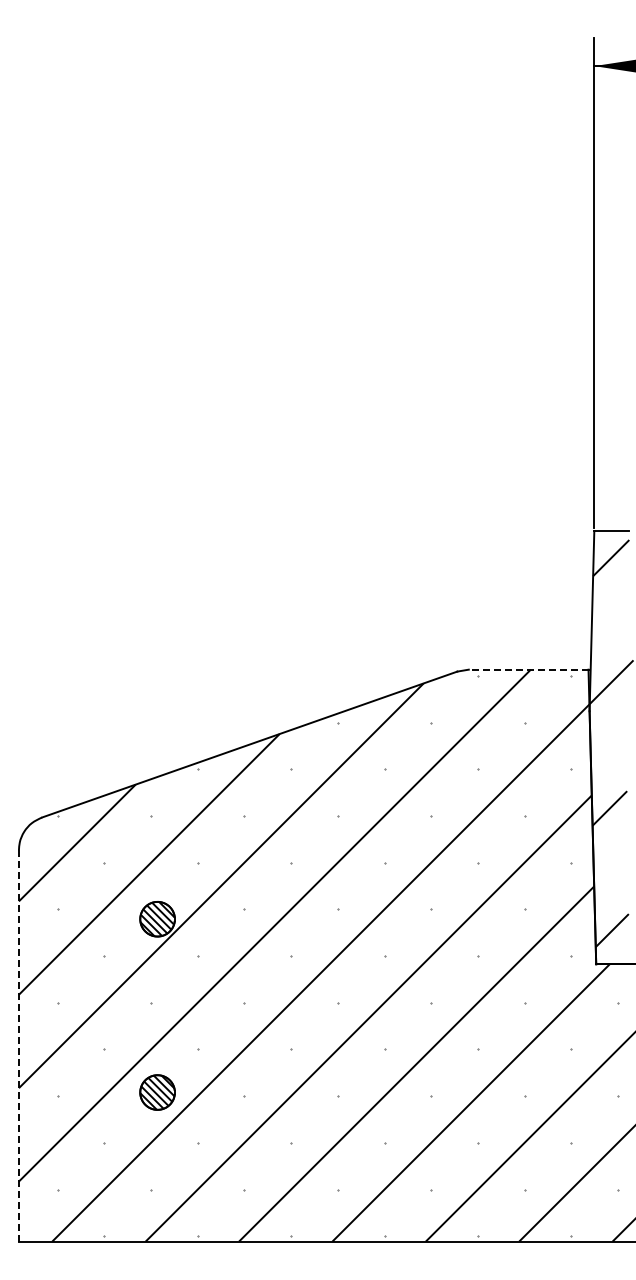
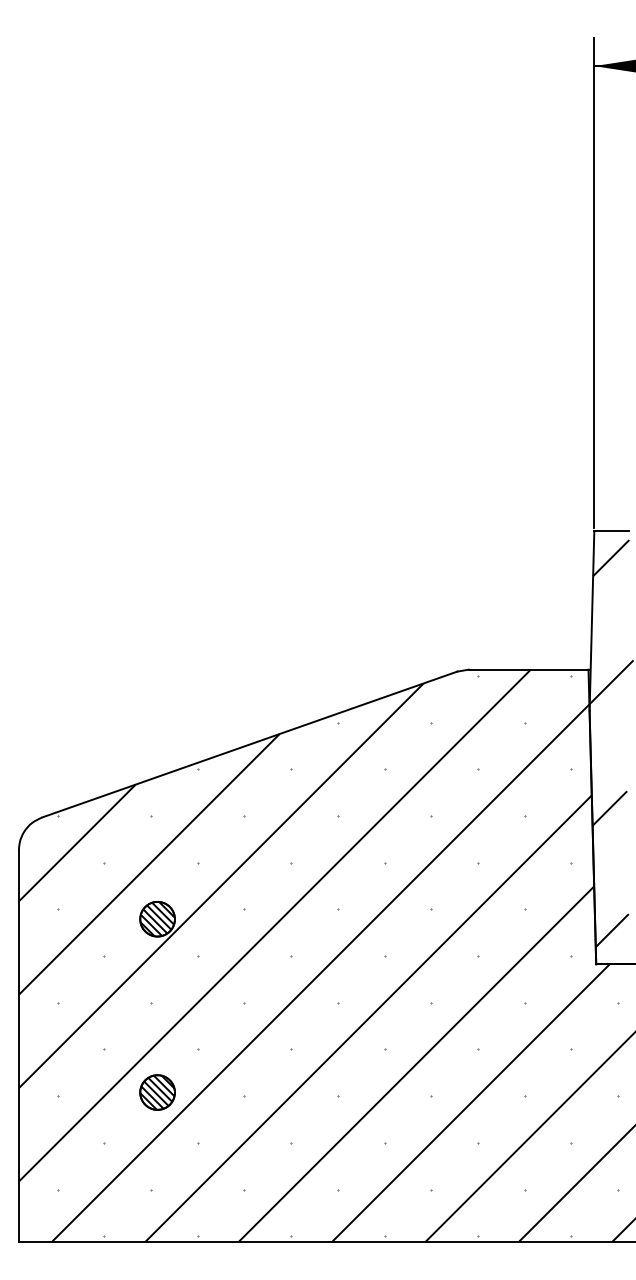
line at (528, 669): dashed -> solid
line at (18, 1045): dashed -> solid
